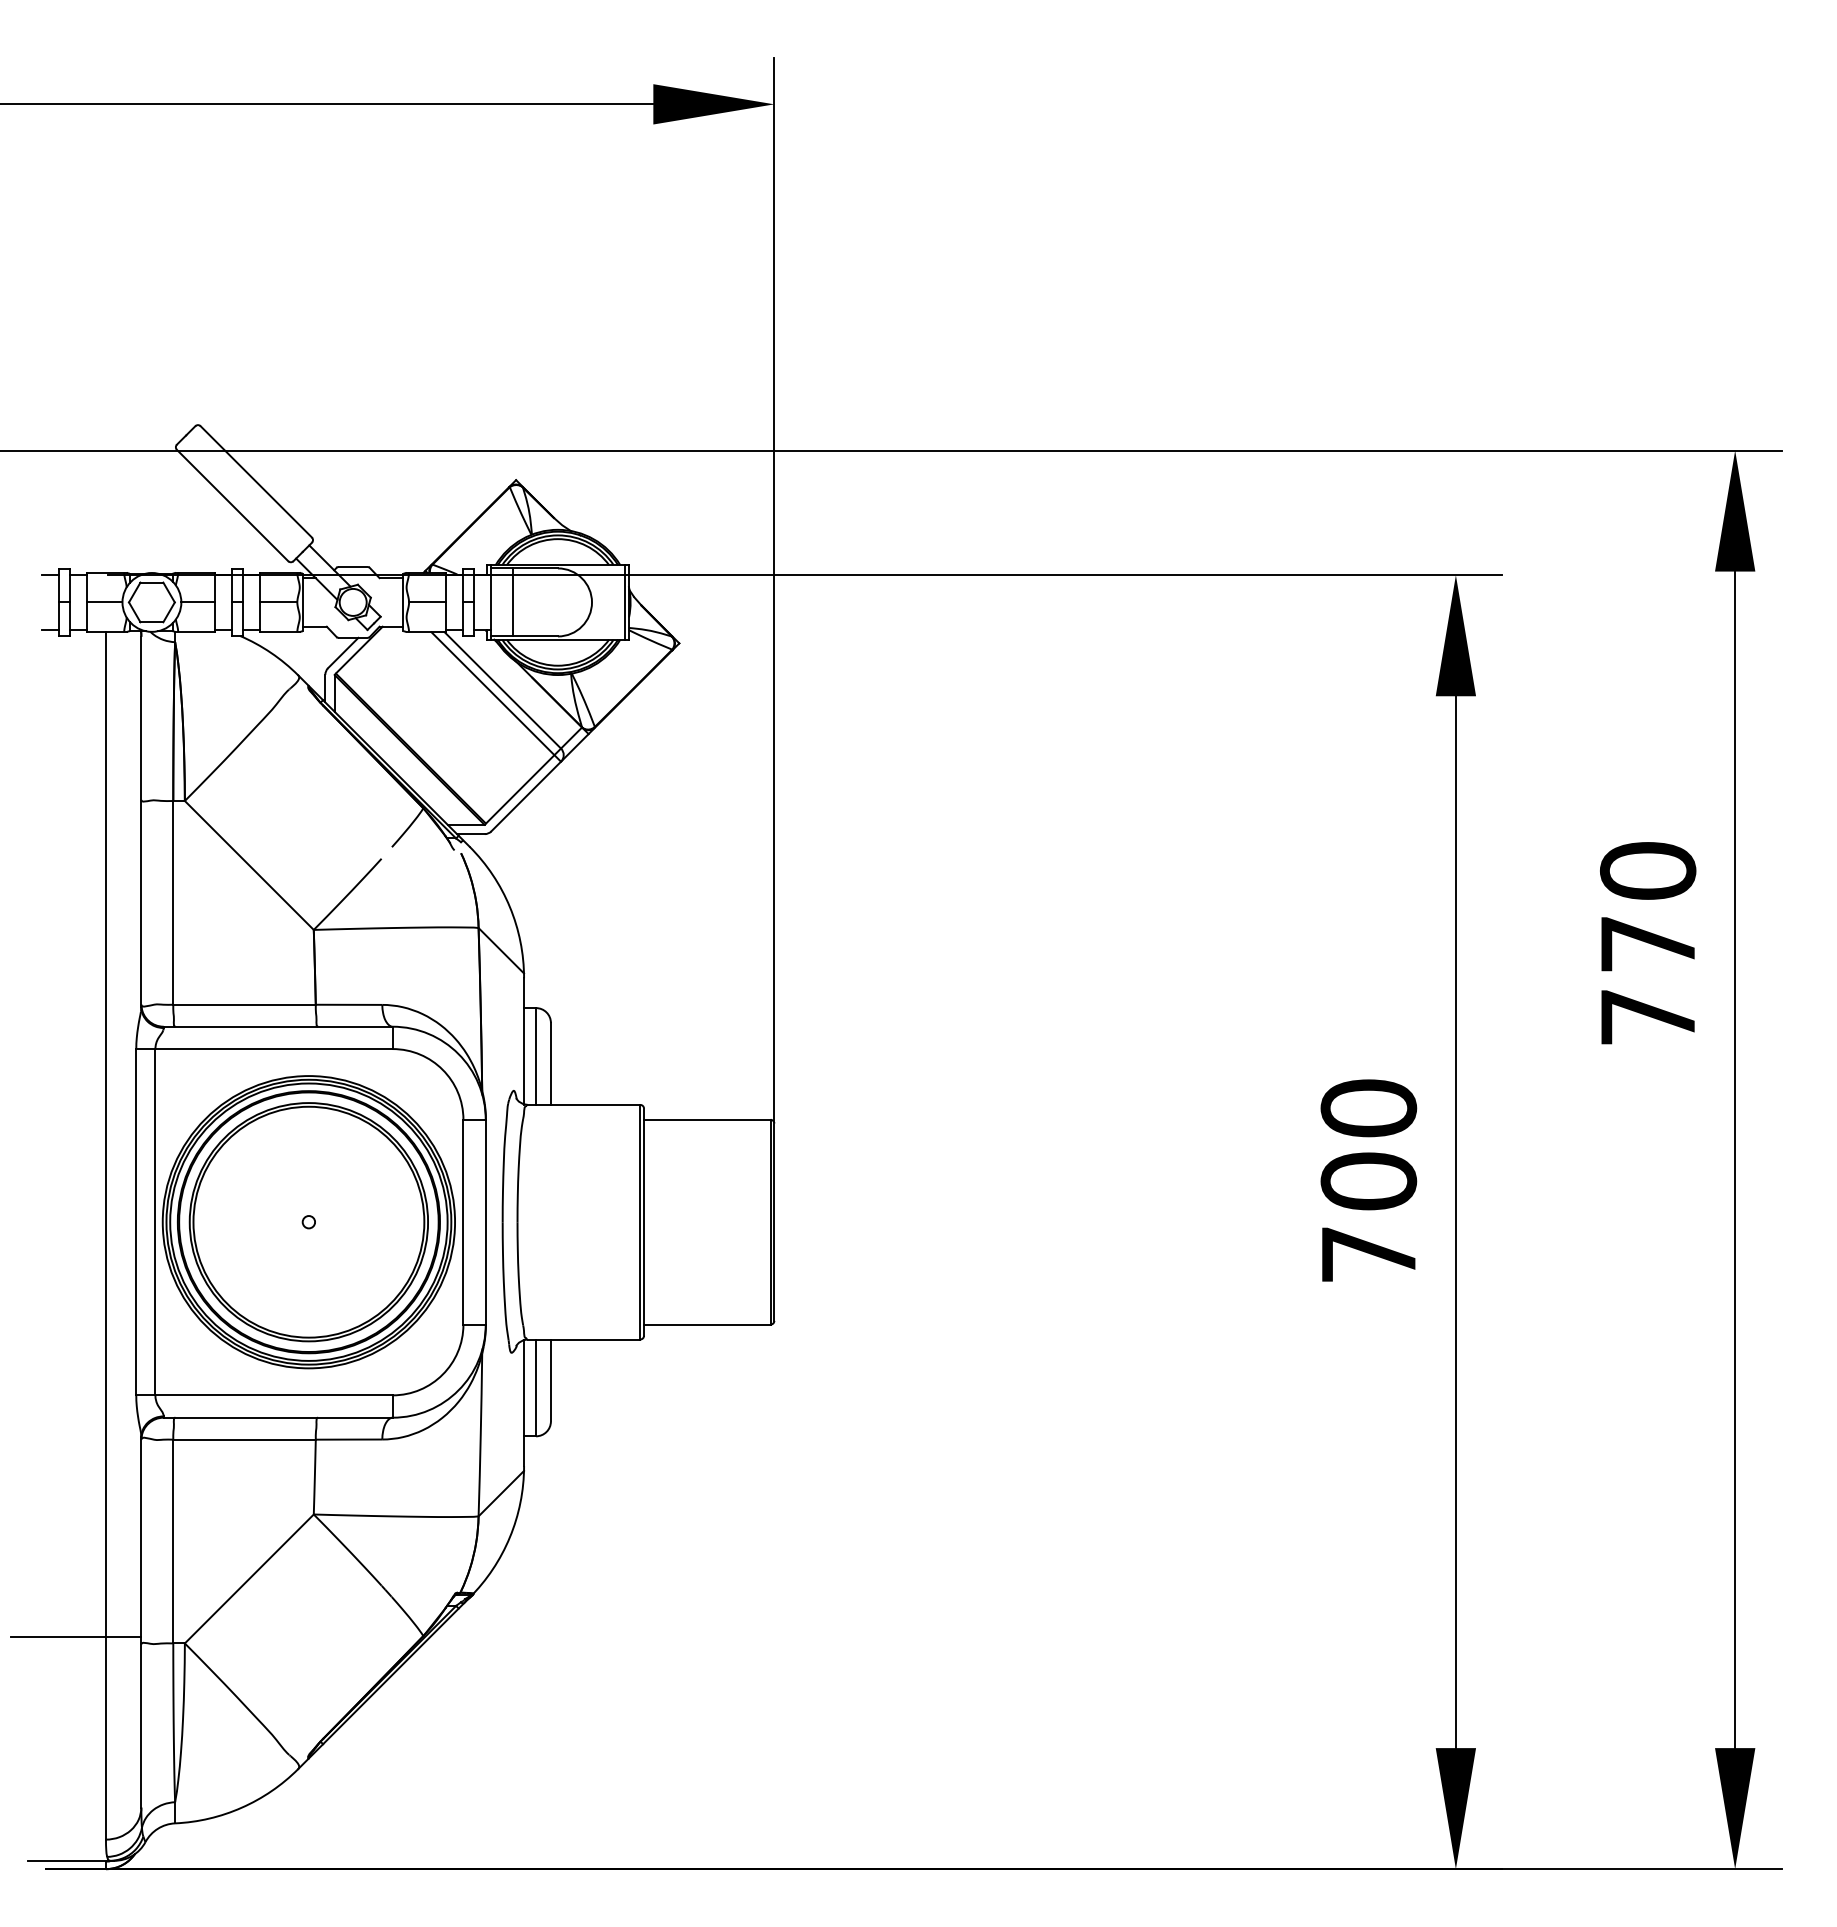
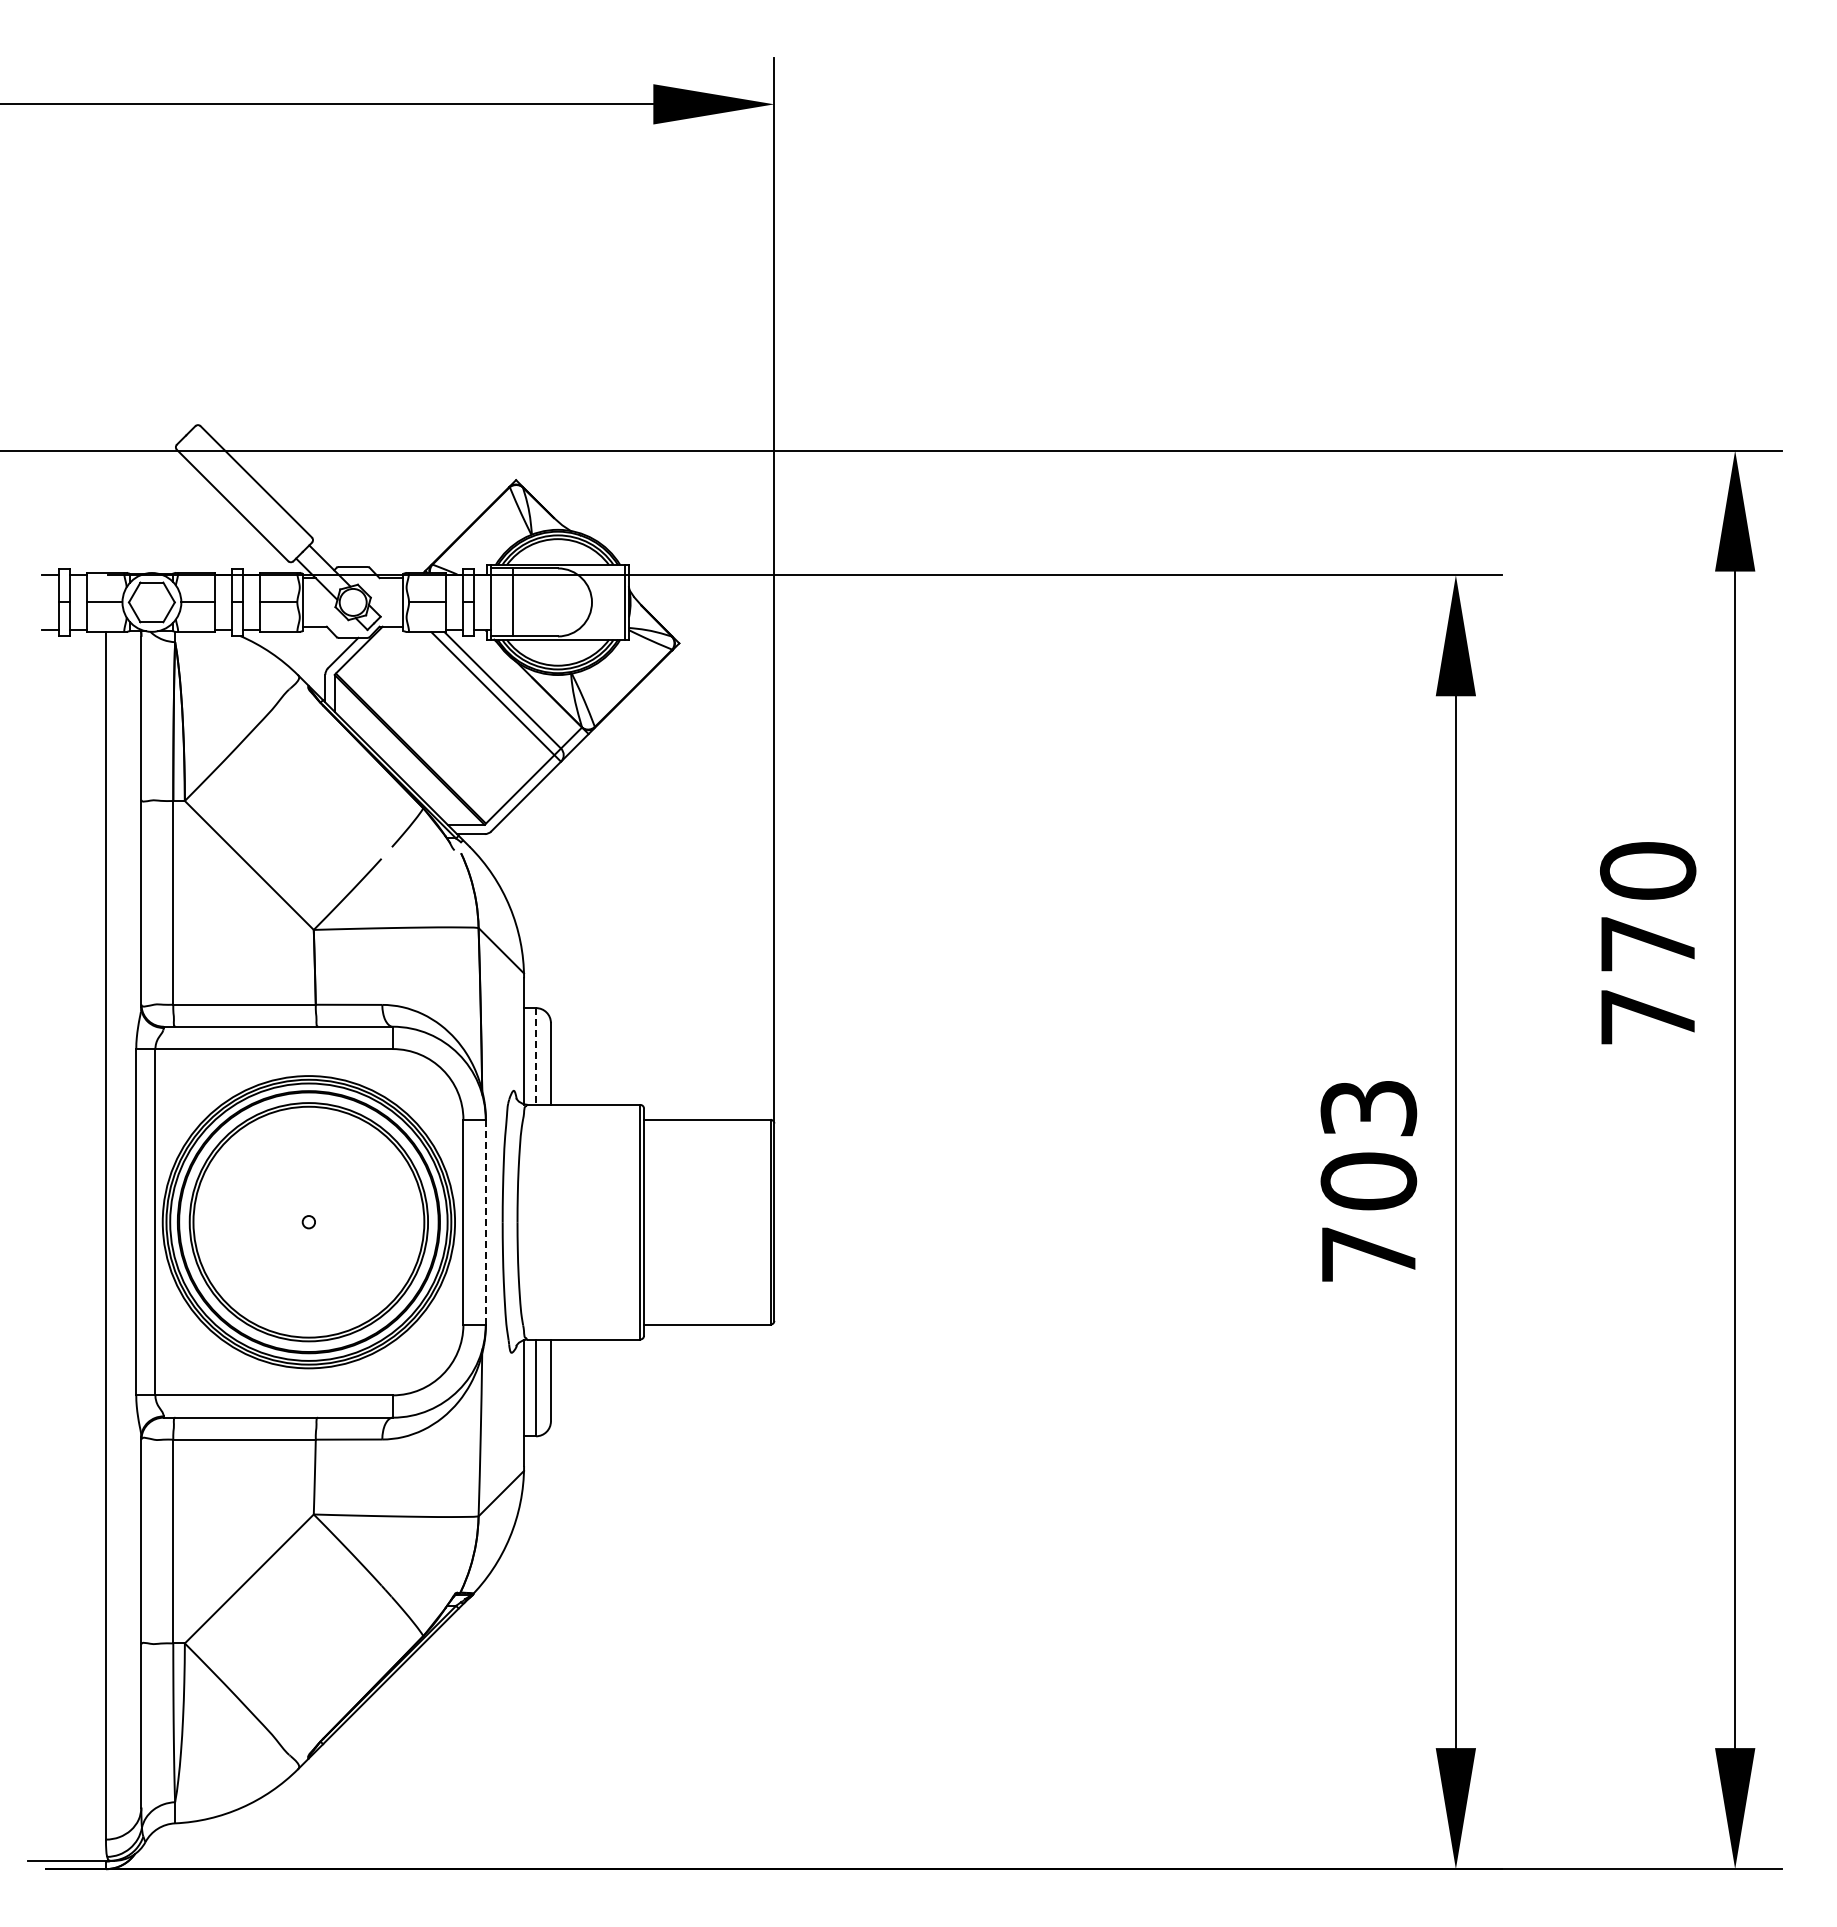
line at (536, 1057): solid -> dashed
text at (1368, 1108): 700 -> 703
line at (485, 1221): solid -> dashed
line at (76, 1637): present -> none
